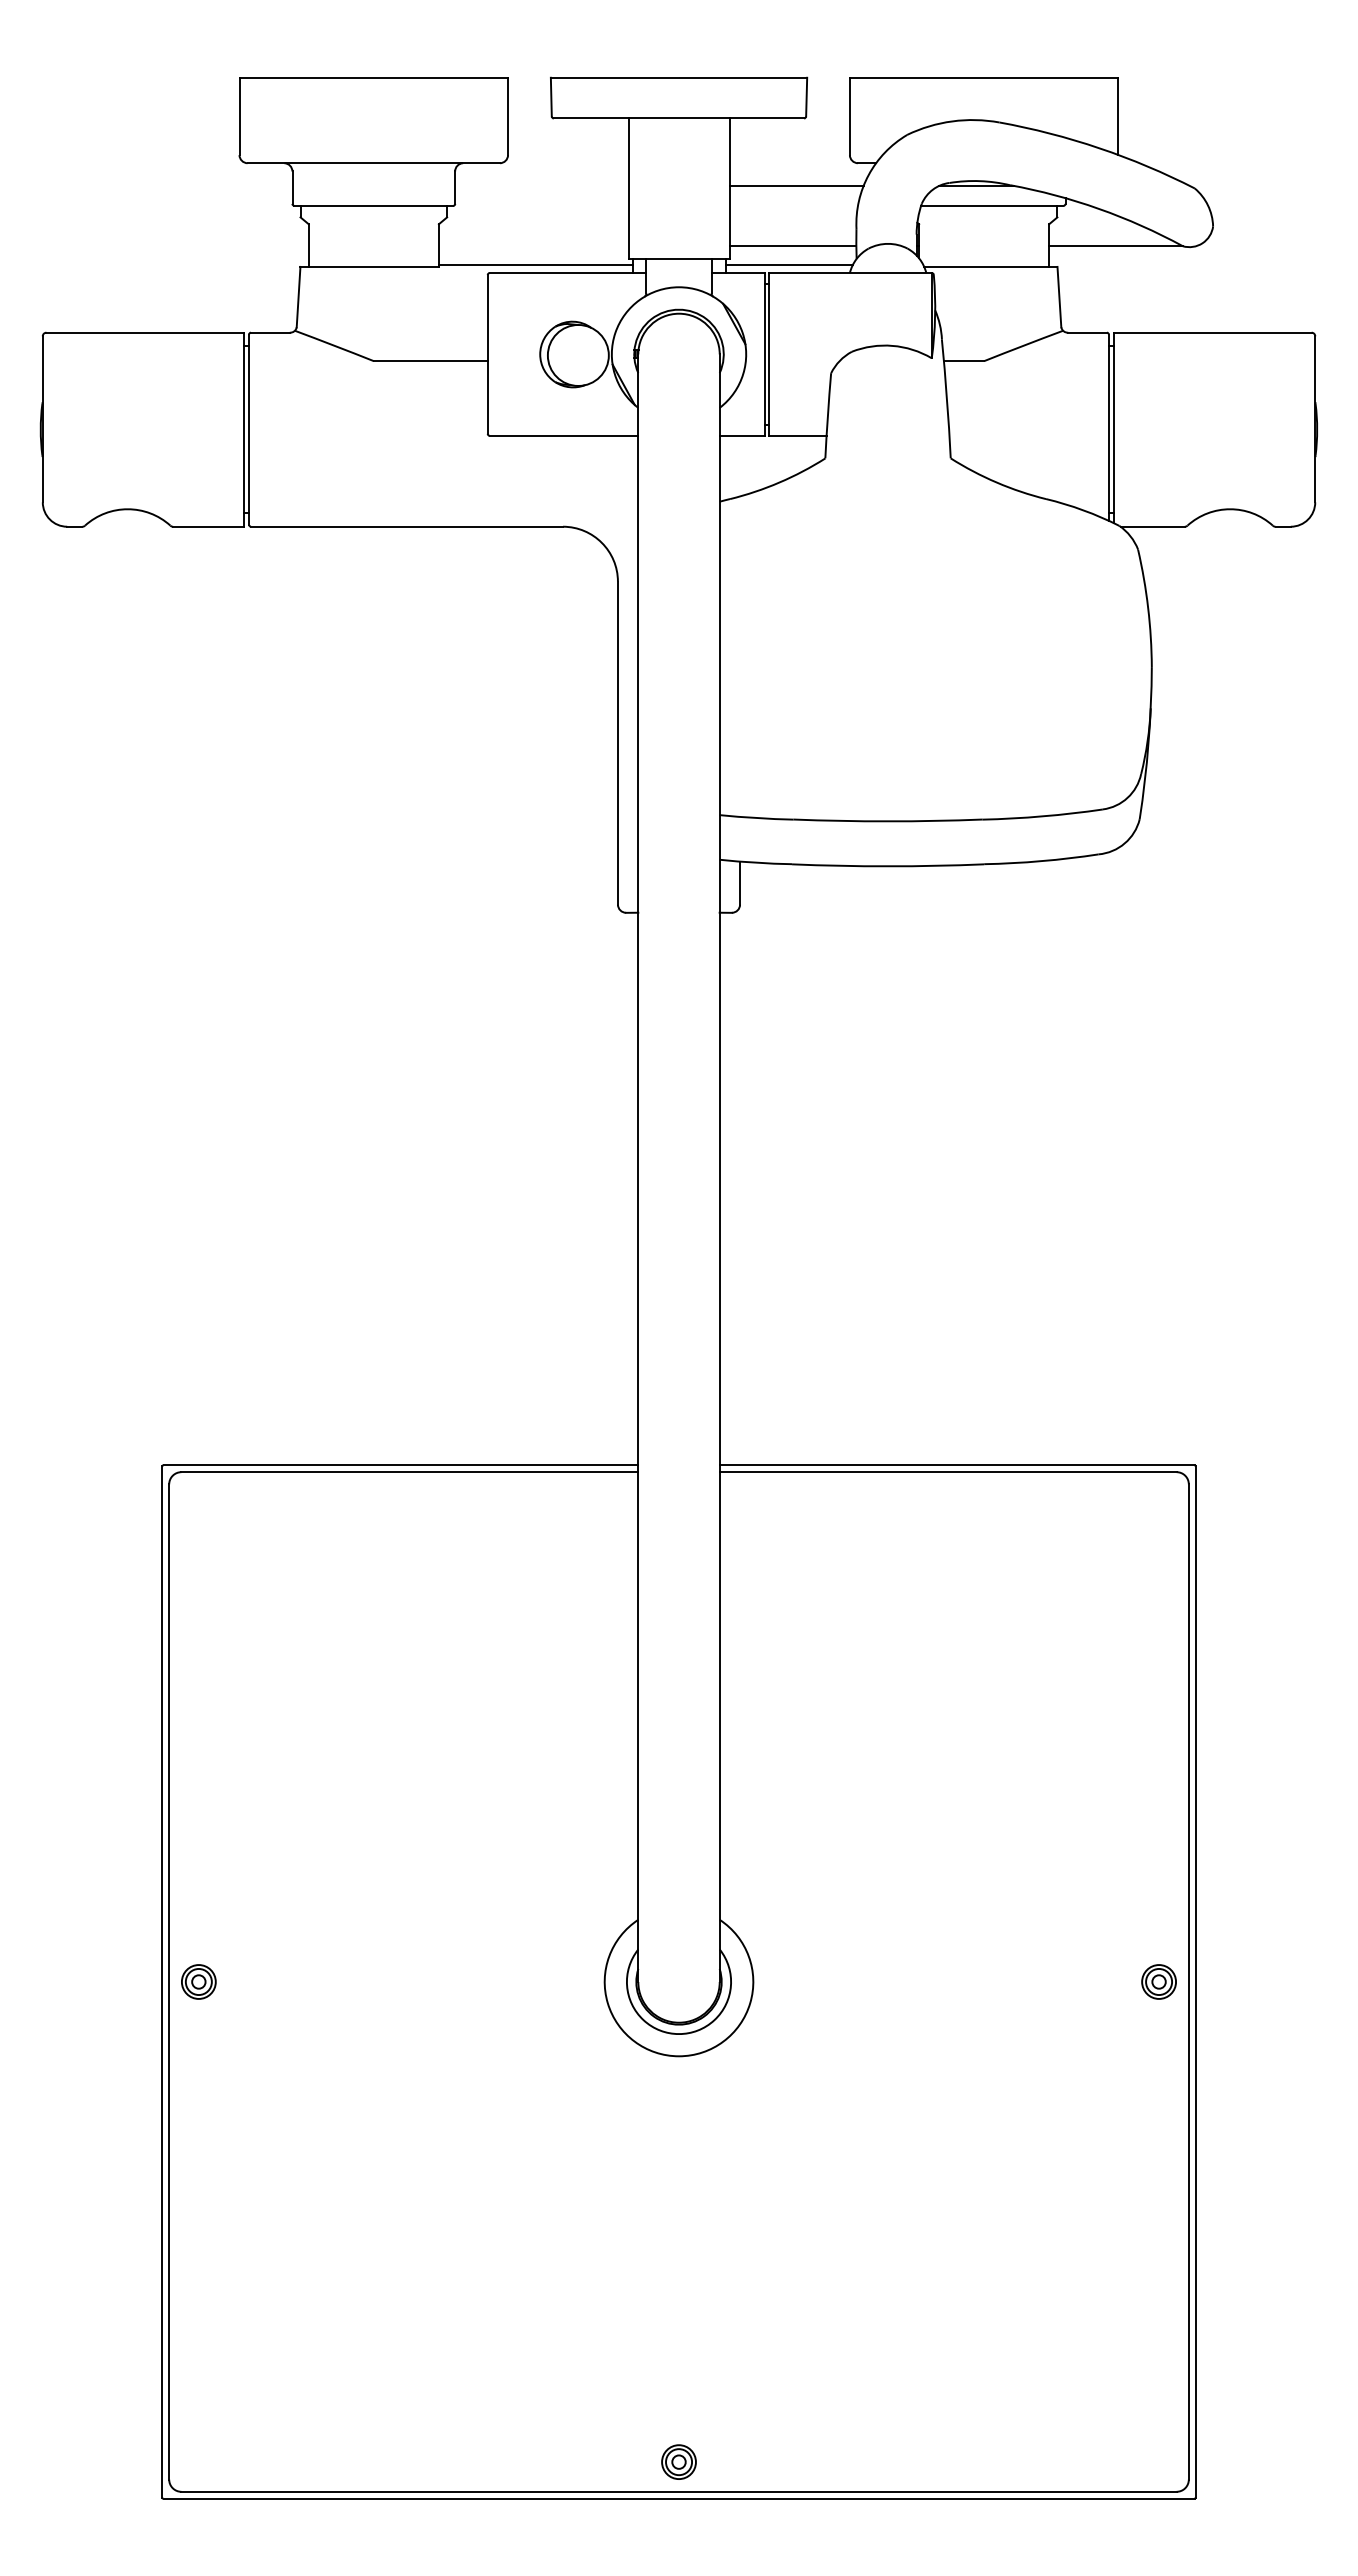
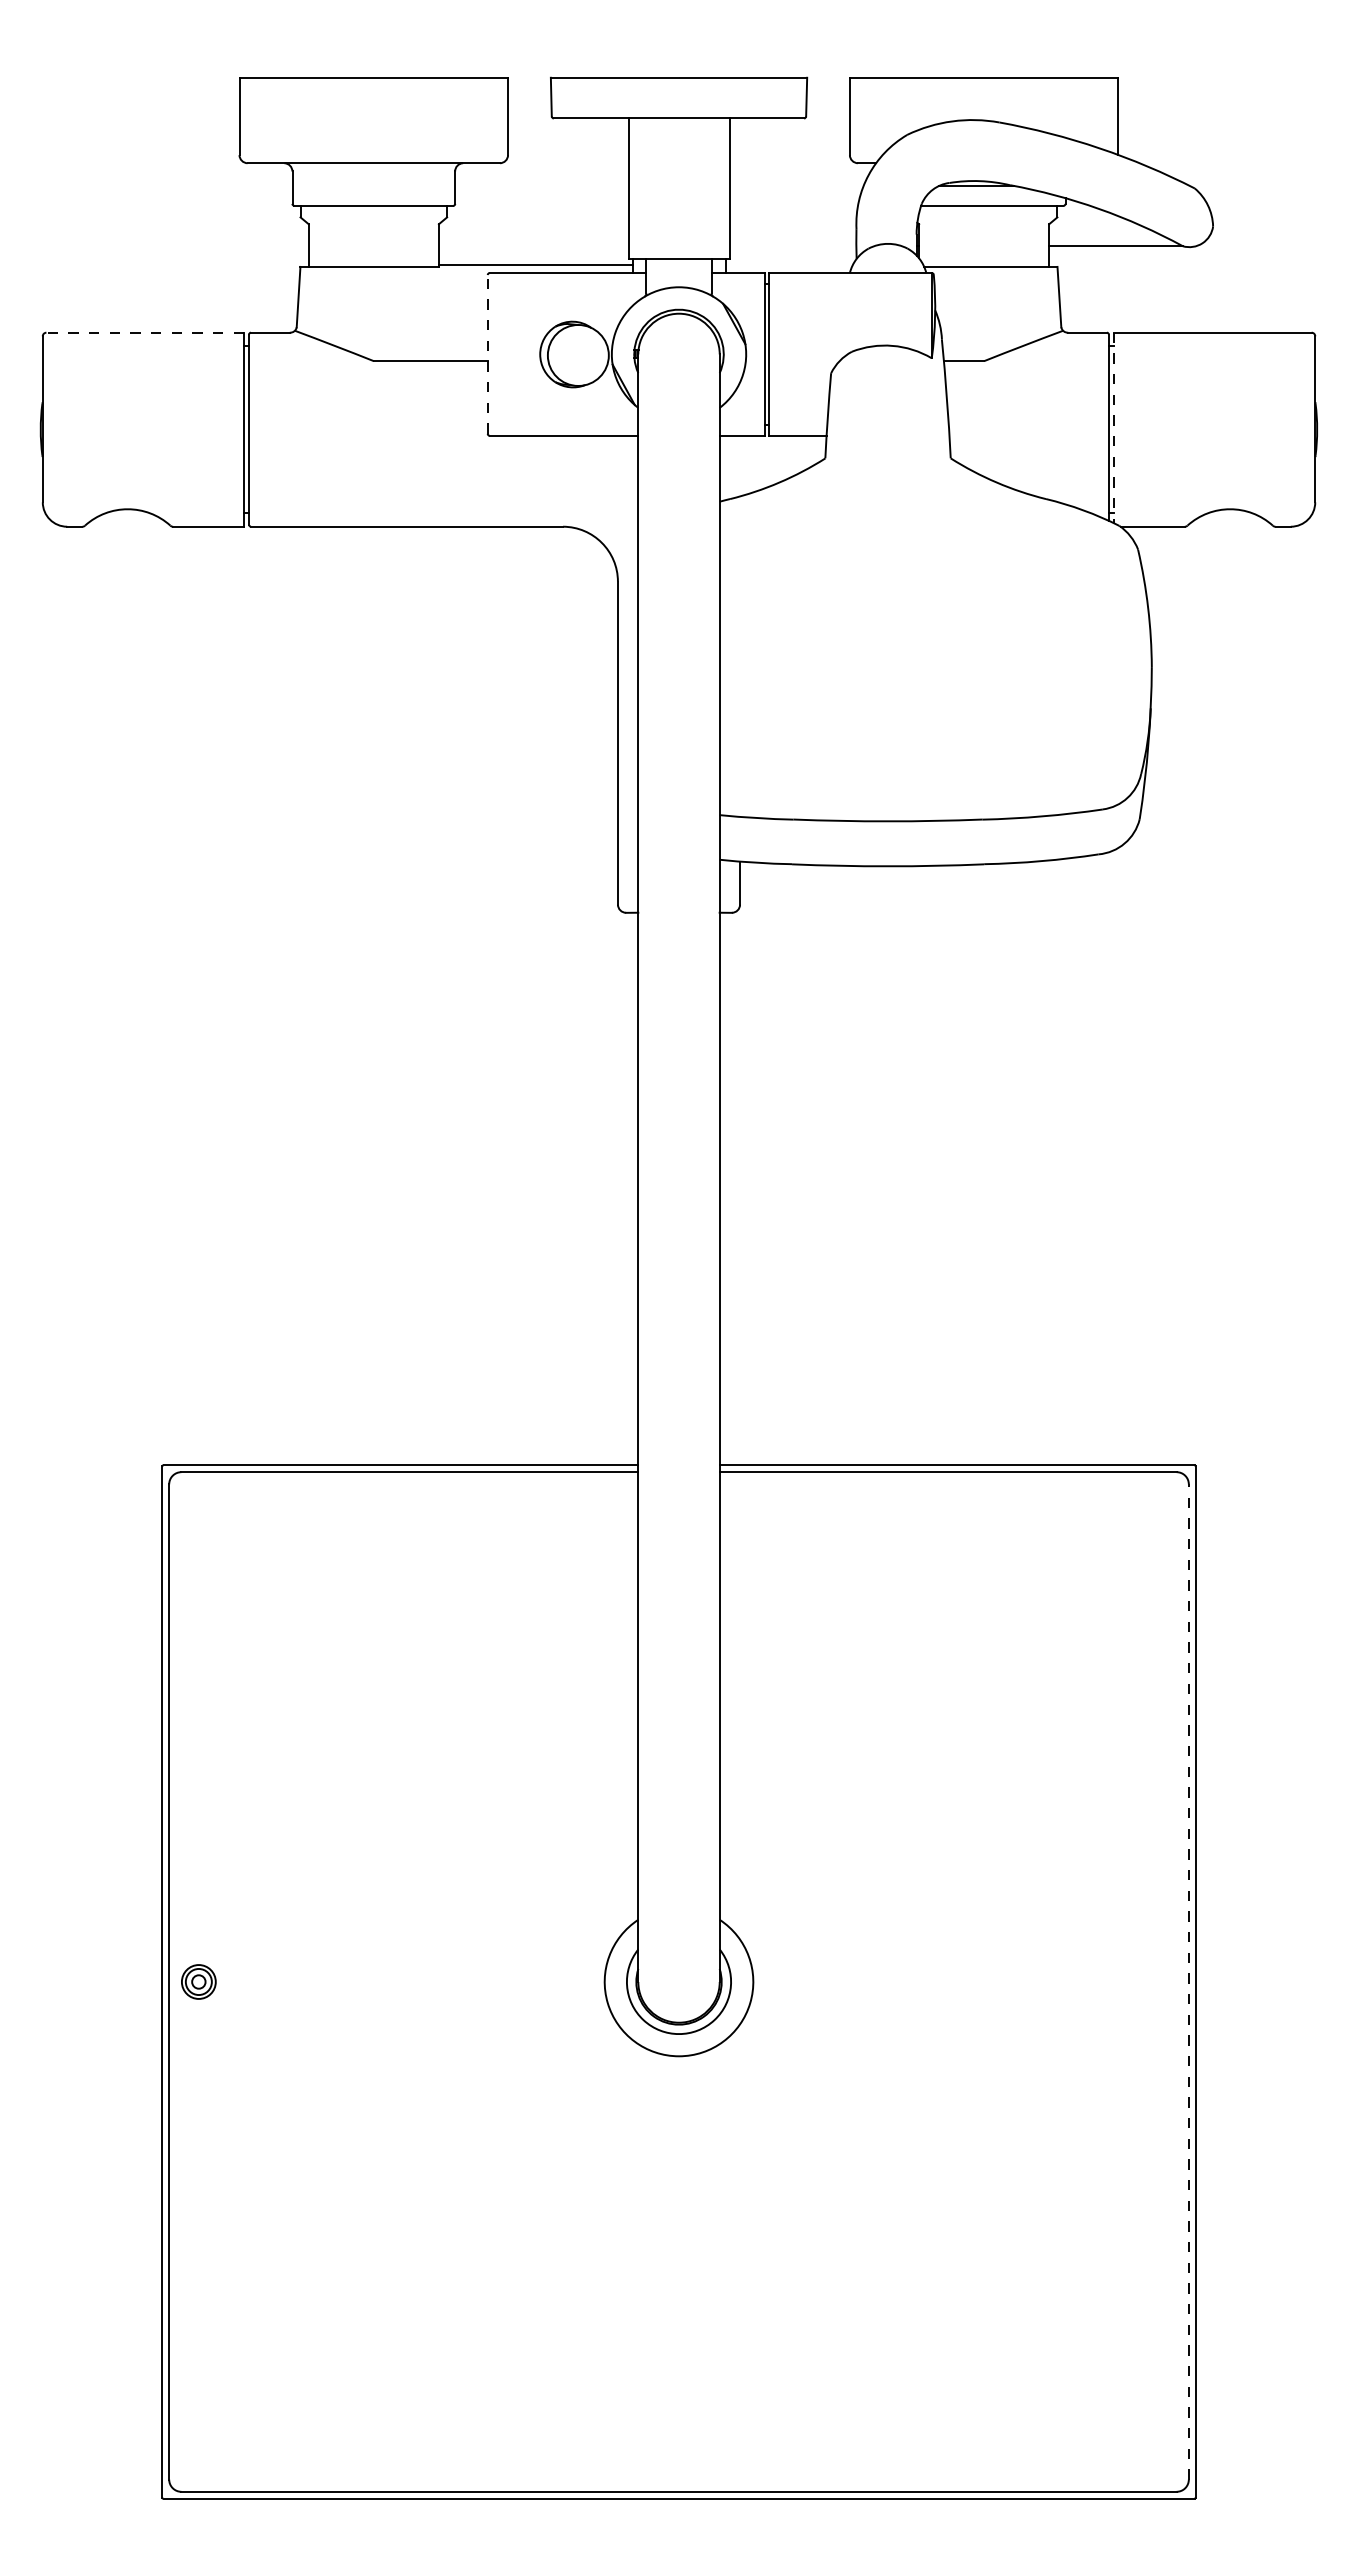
line at (796, 185): present -> none
line at (792, 246): present -> none
line at (788, 264): present -> none
line at (145, 332): solid -> dashed
line at (487, 353): solid -> dashed
line at (1113, 428): solid -> dashed
part at (1158, 1981): present -> none
line at (1188, 1981): solid -> dashed
part at (678, 2461): present -> none
